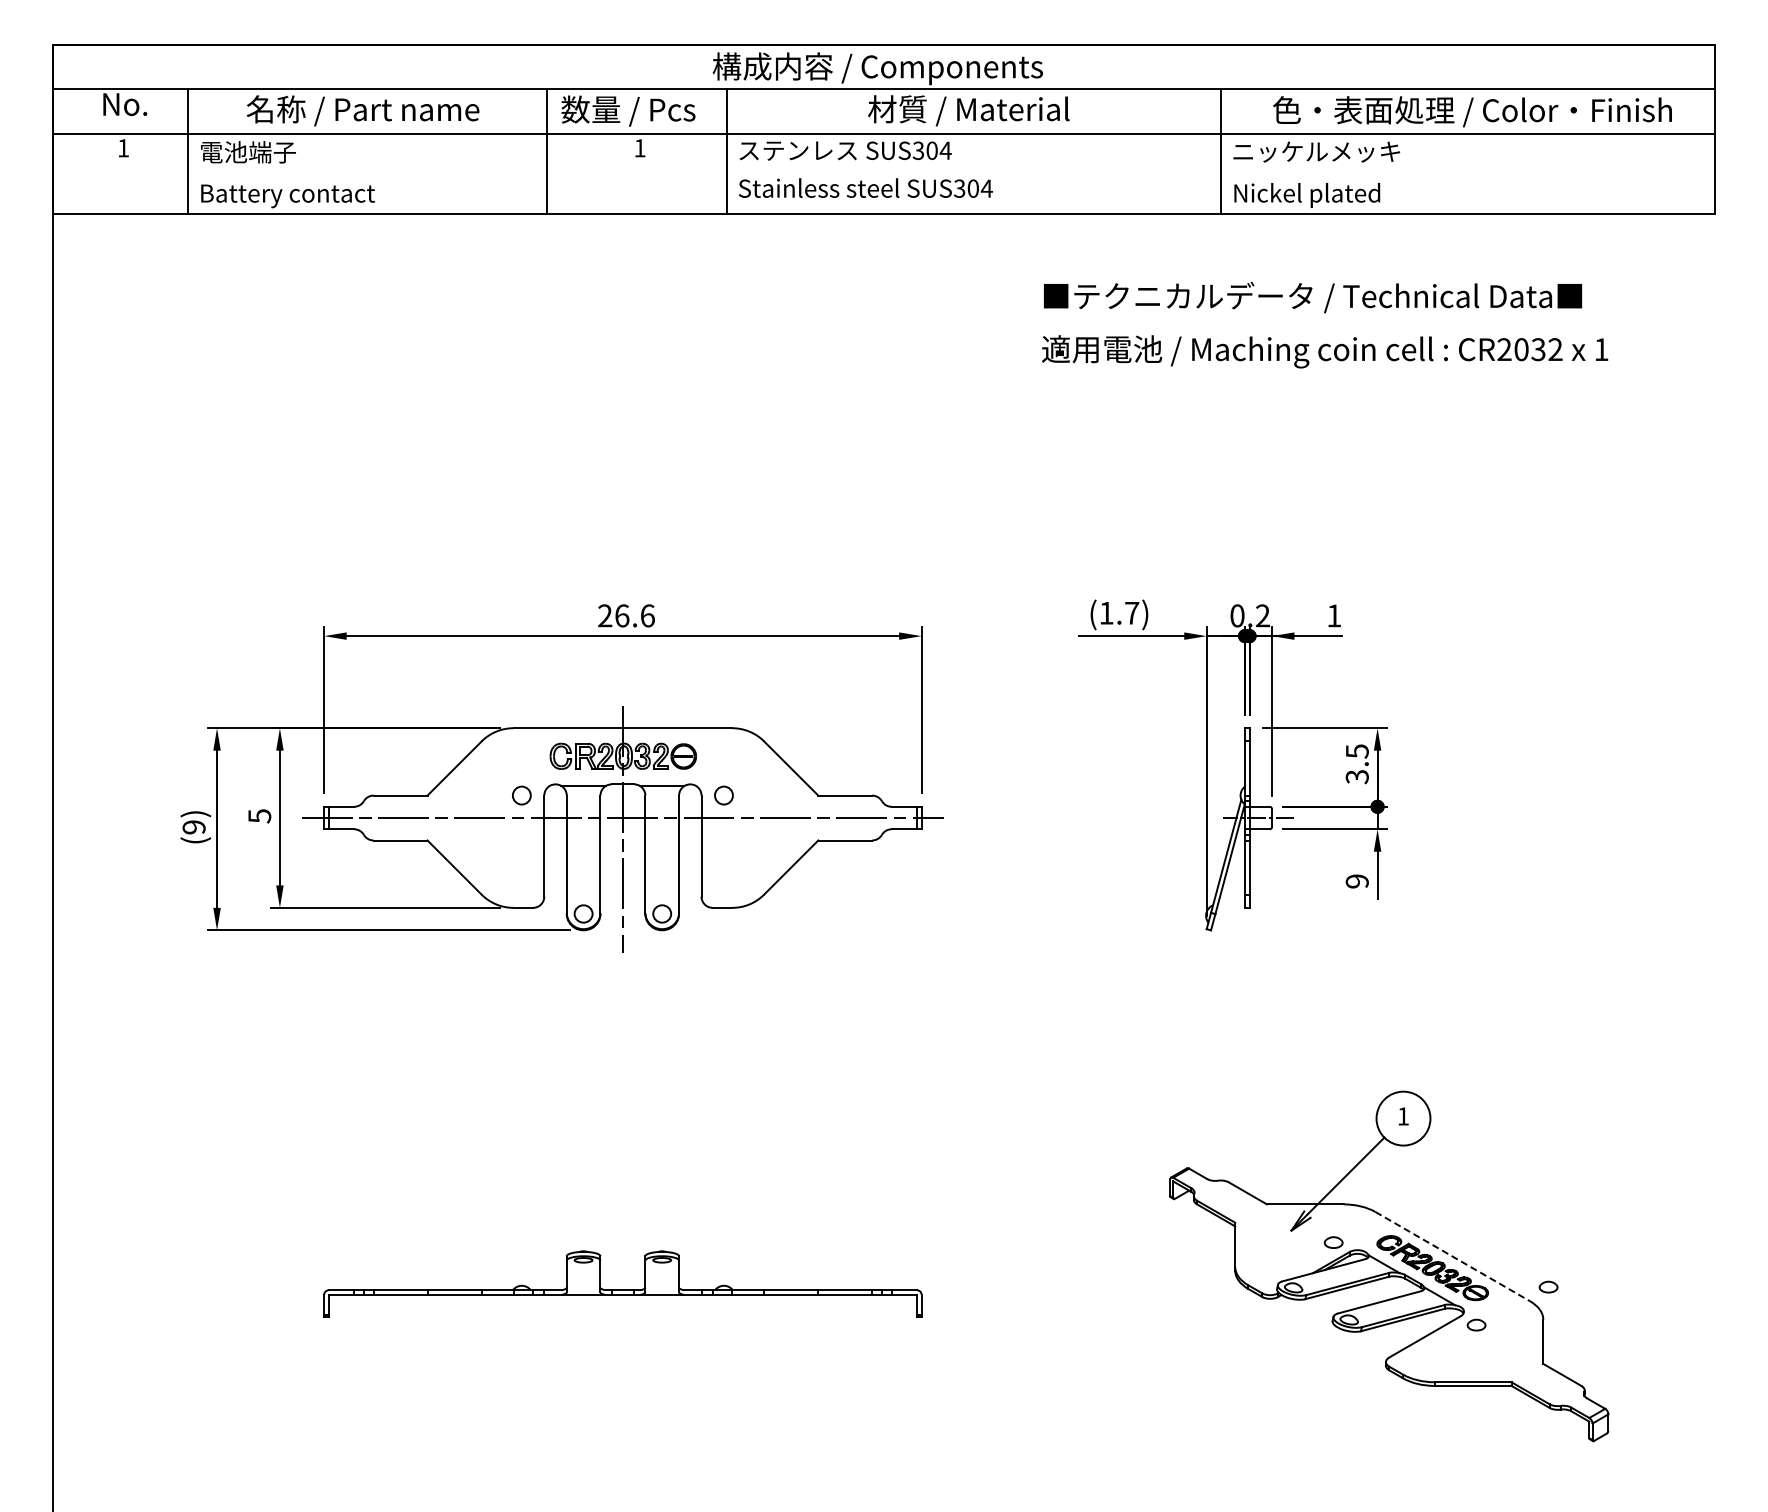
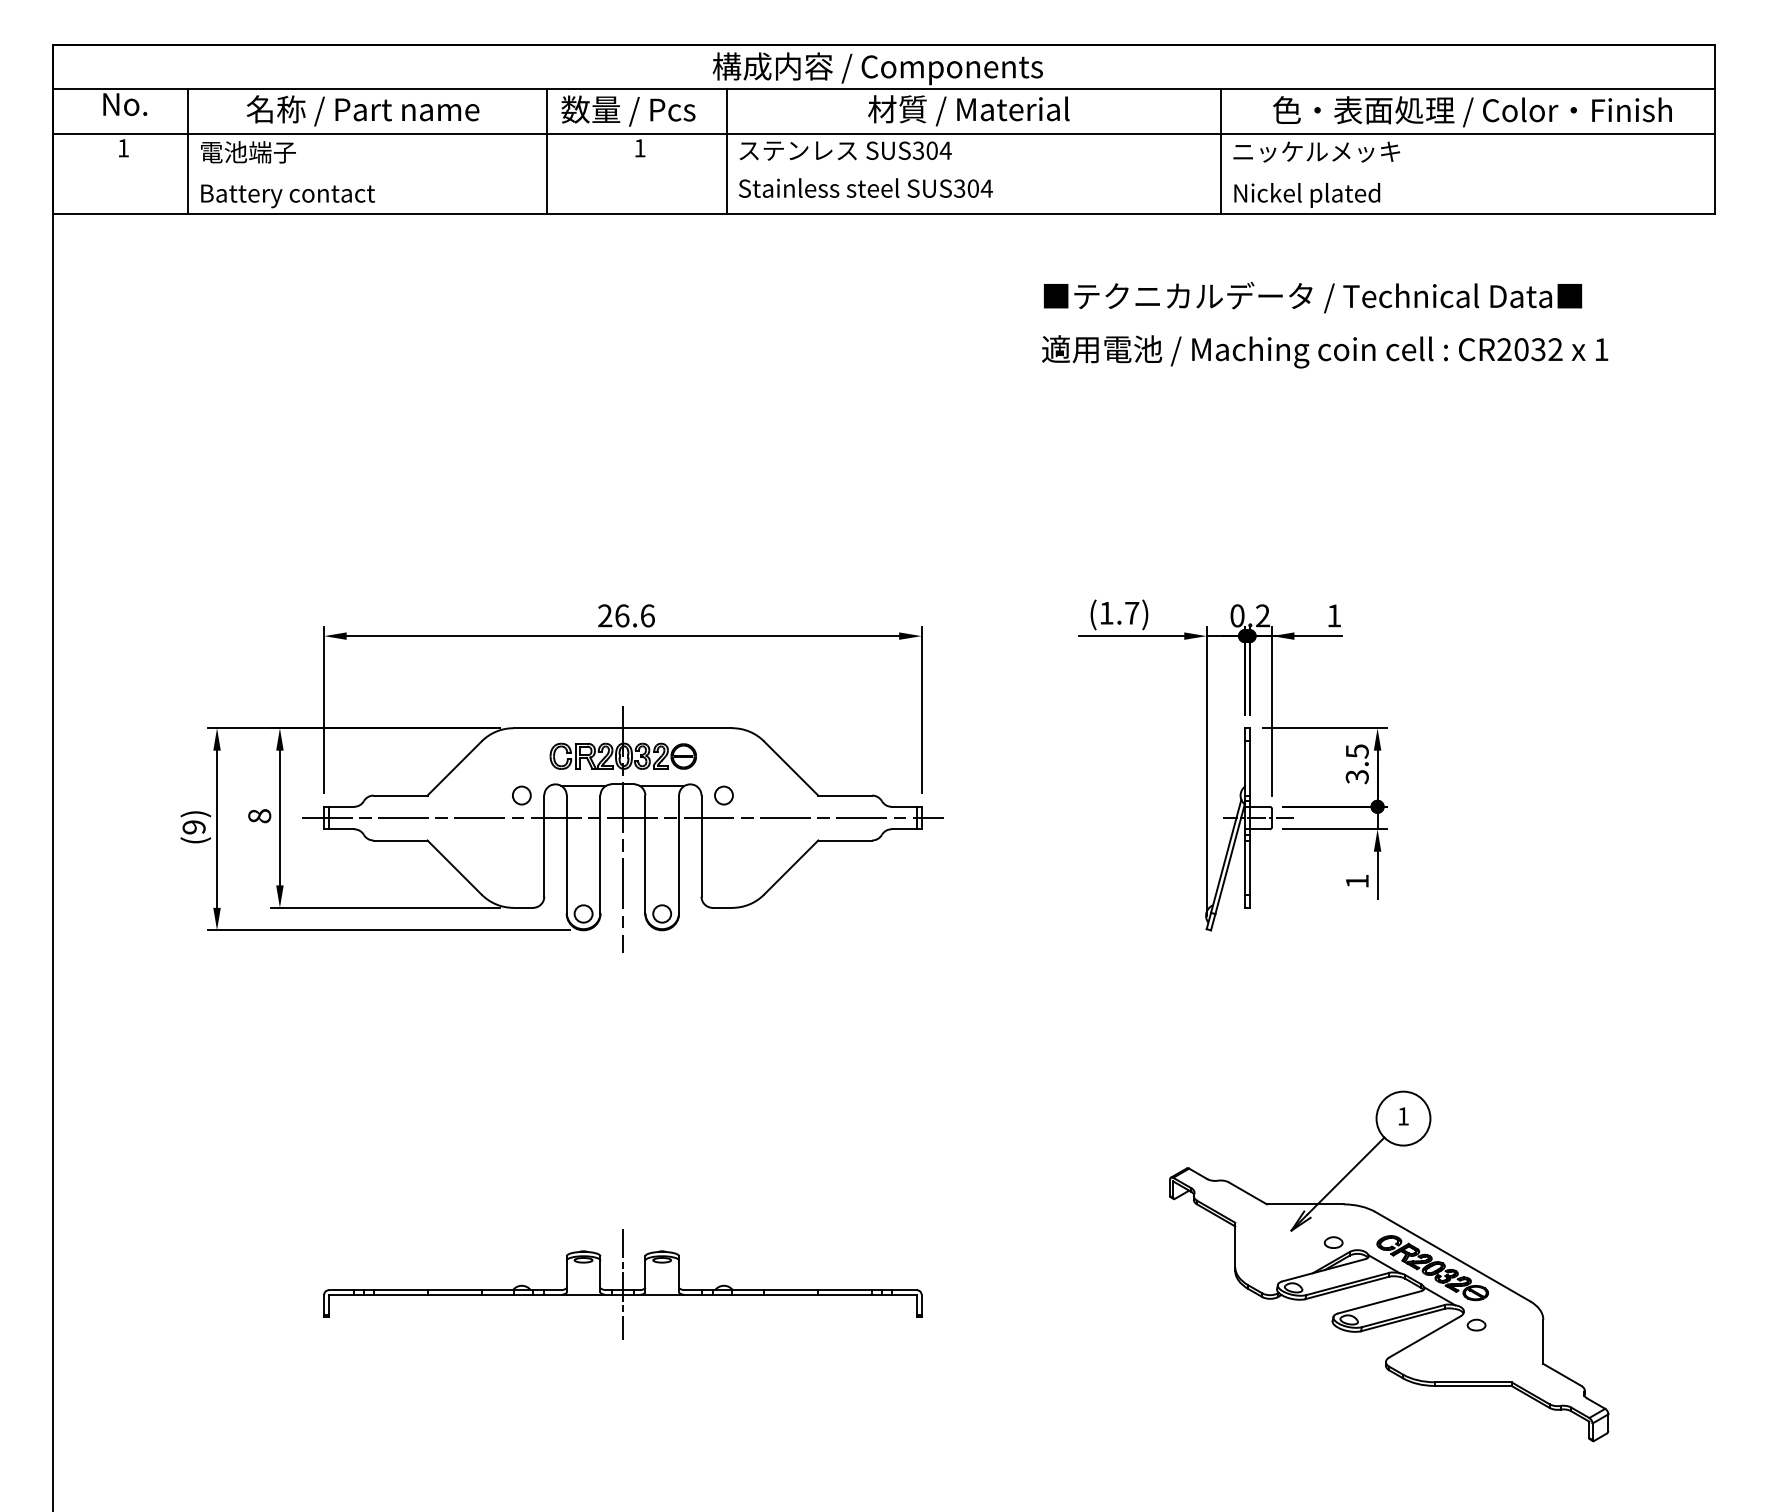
text at (259, 816): 5 -> 8
text at (1356, 881): 9 -> 1
line at (1453, 1256): dashed -> solid
line at (622, 1283): none -> present
part at (1548, 1286): present -> none
